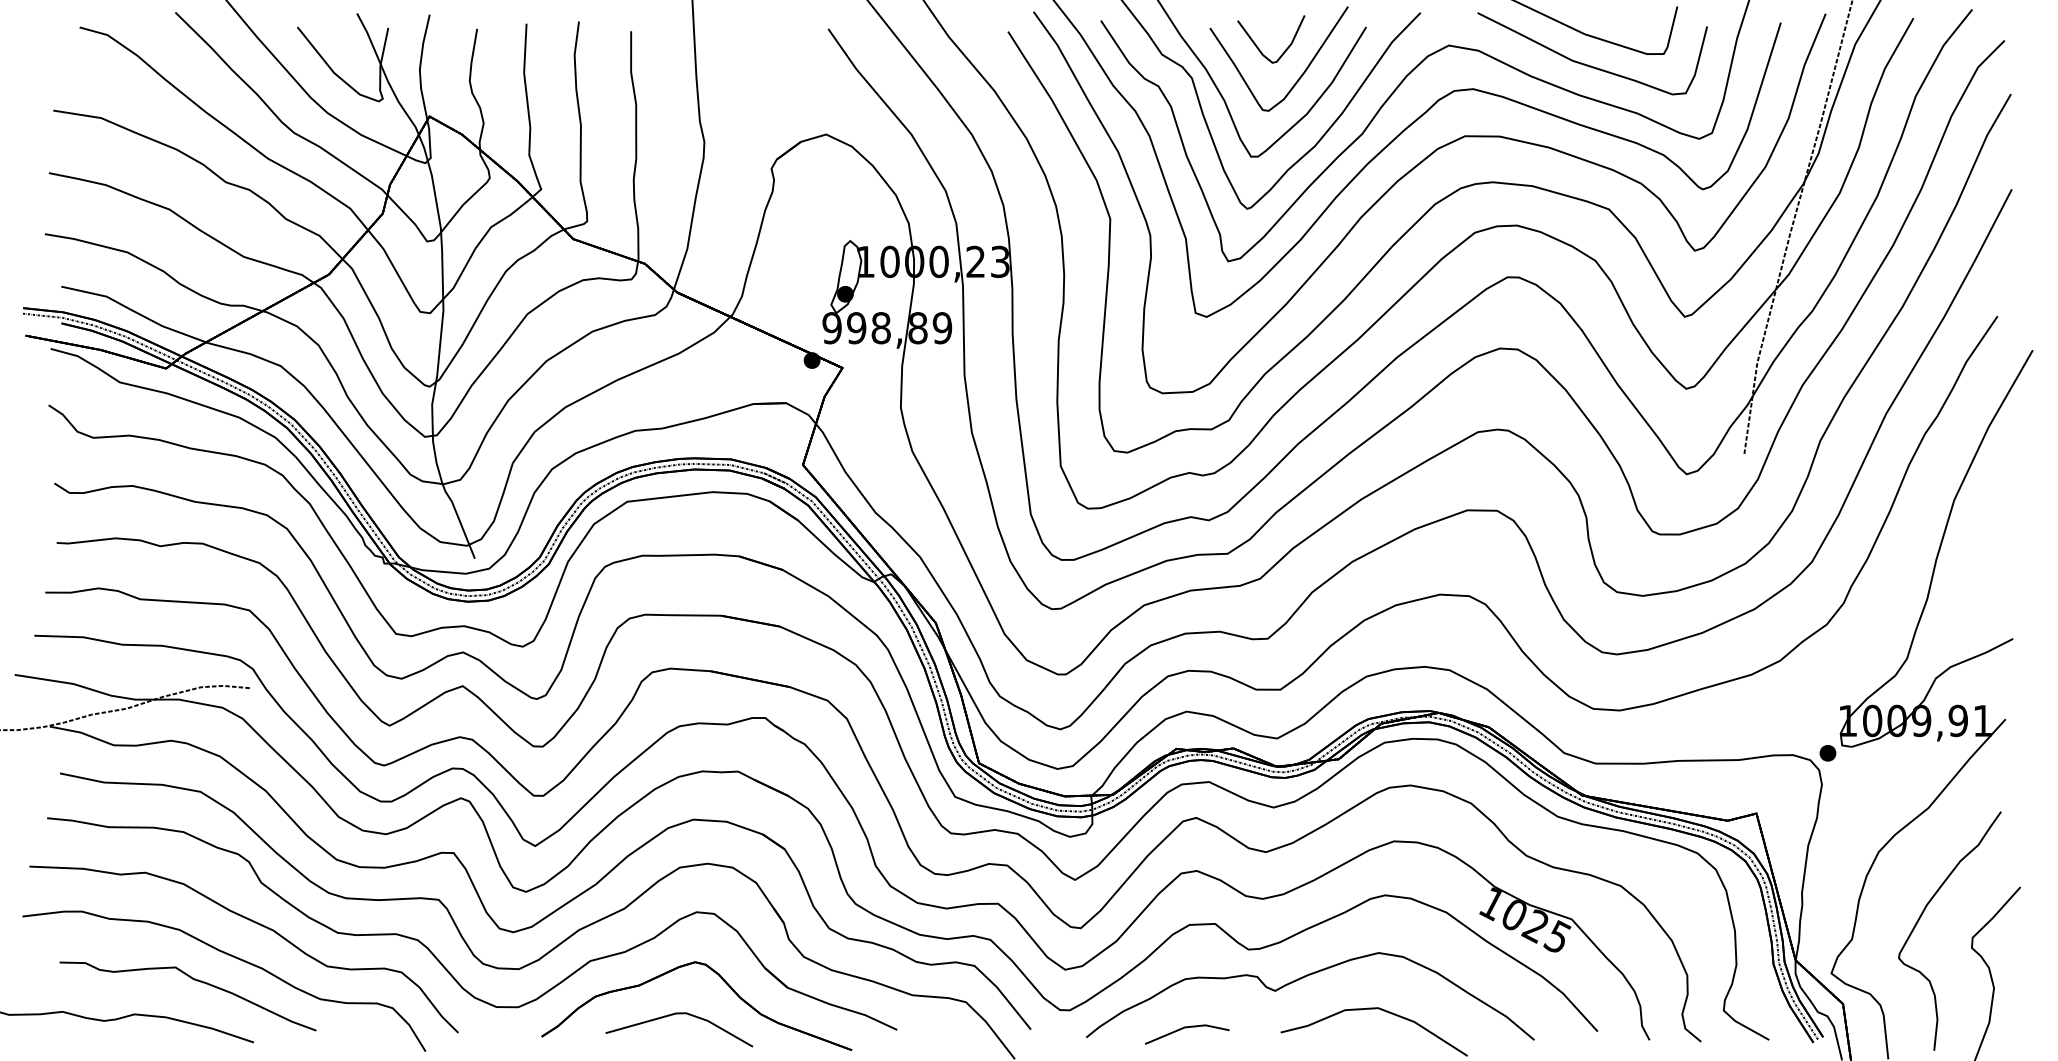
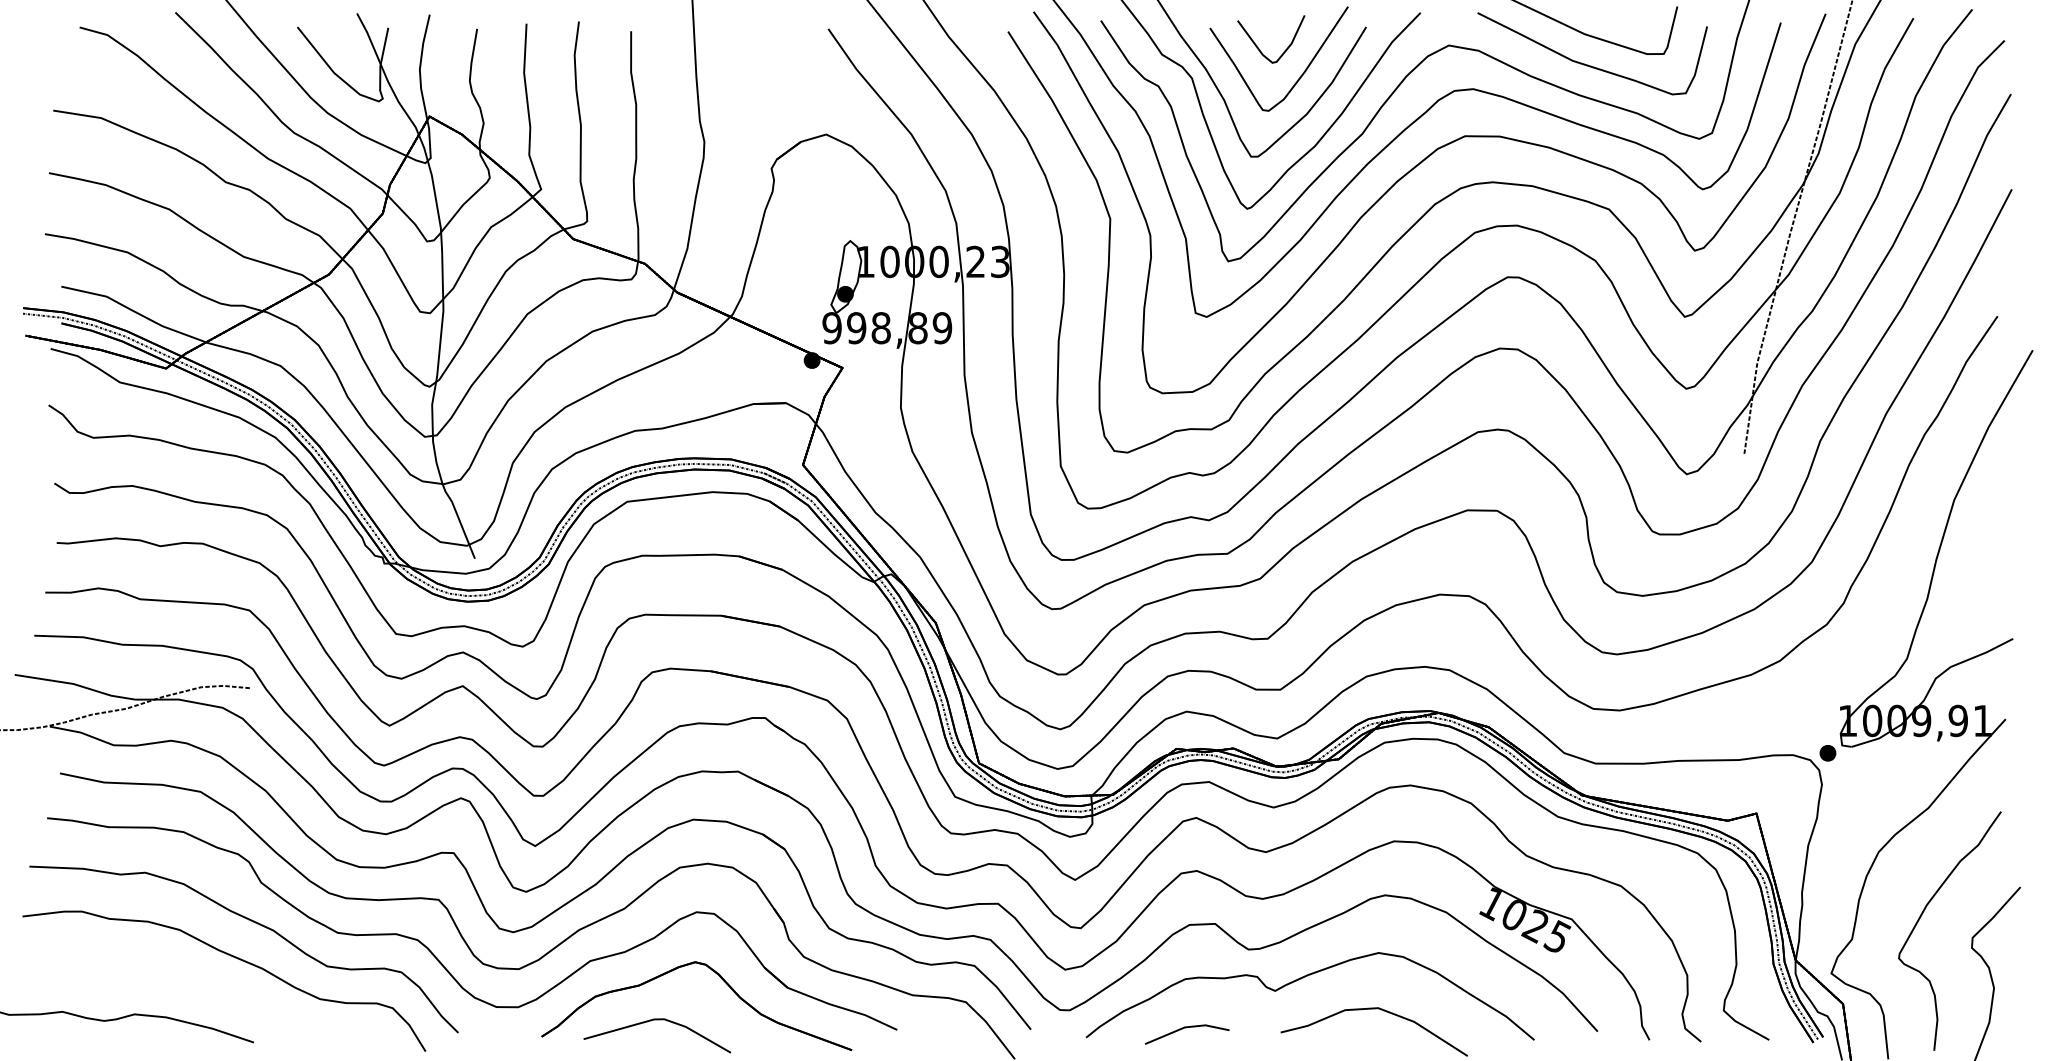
part at (194, 980): present -> none
line at (679, 1014) position: (679, 1014) -> (657, 1020)
